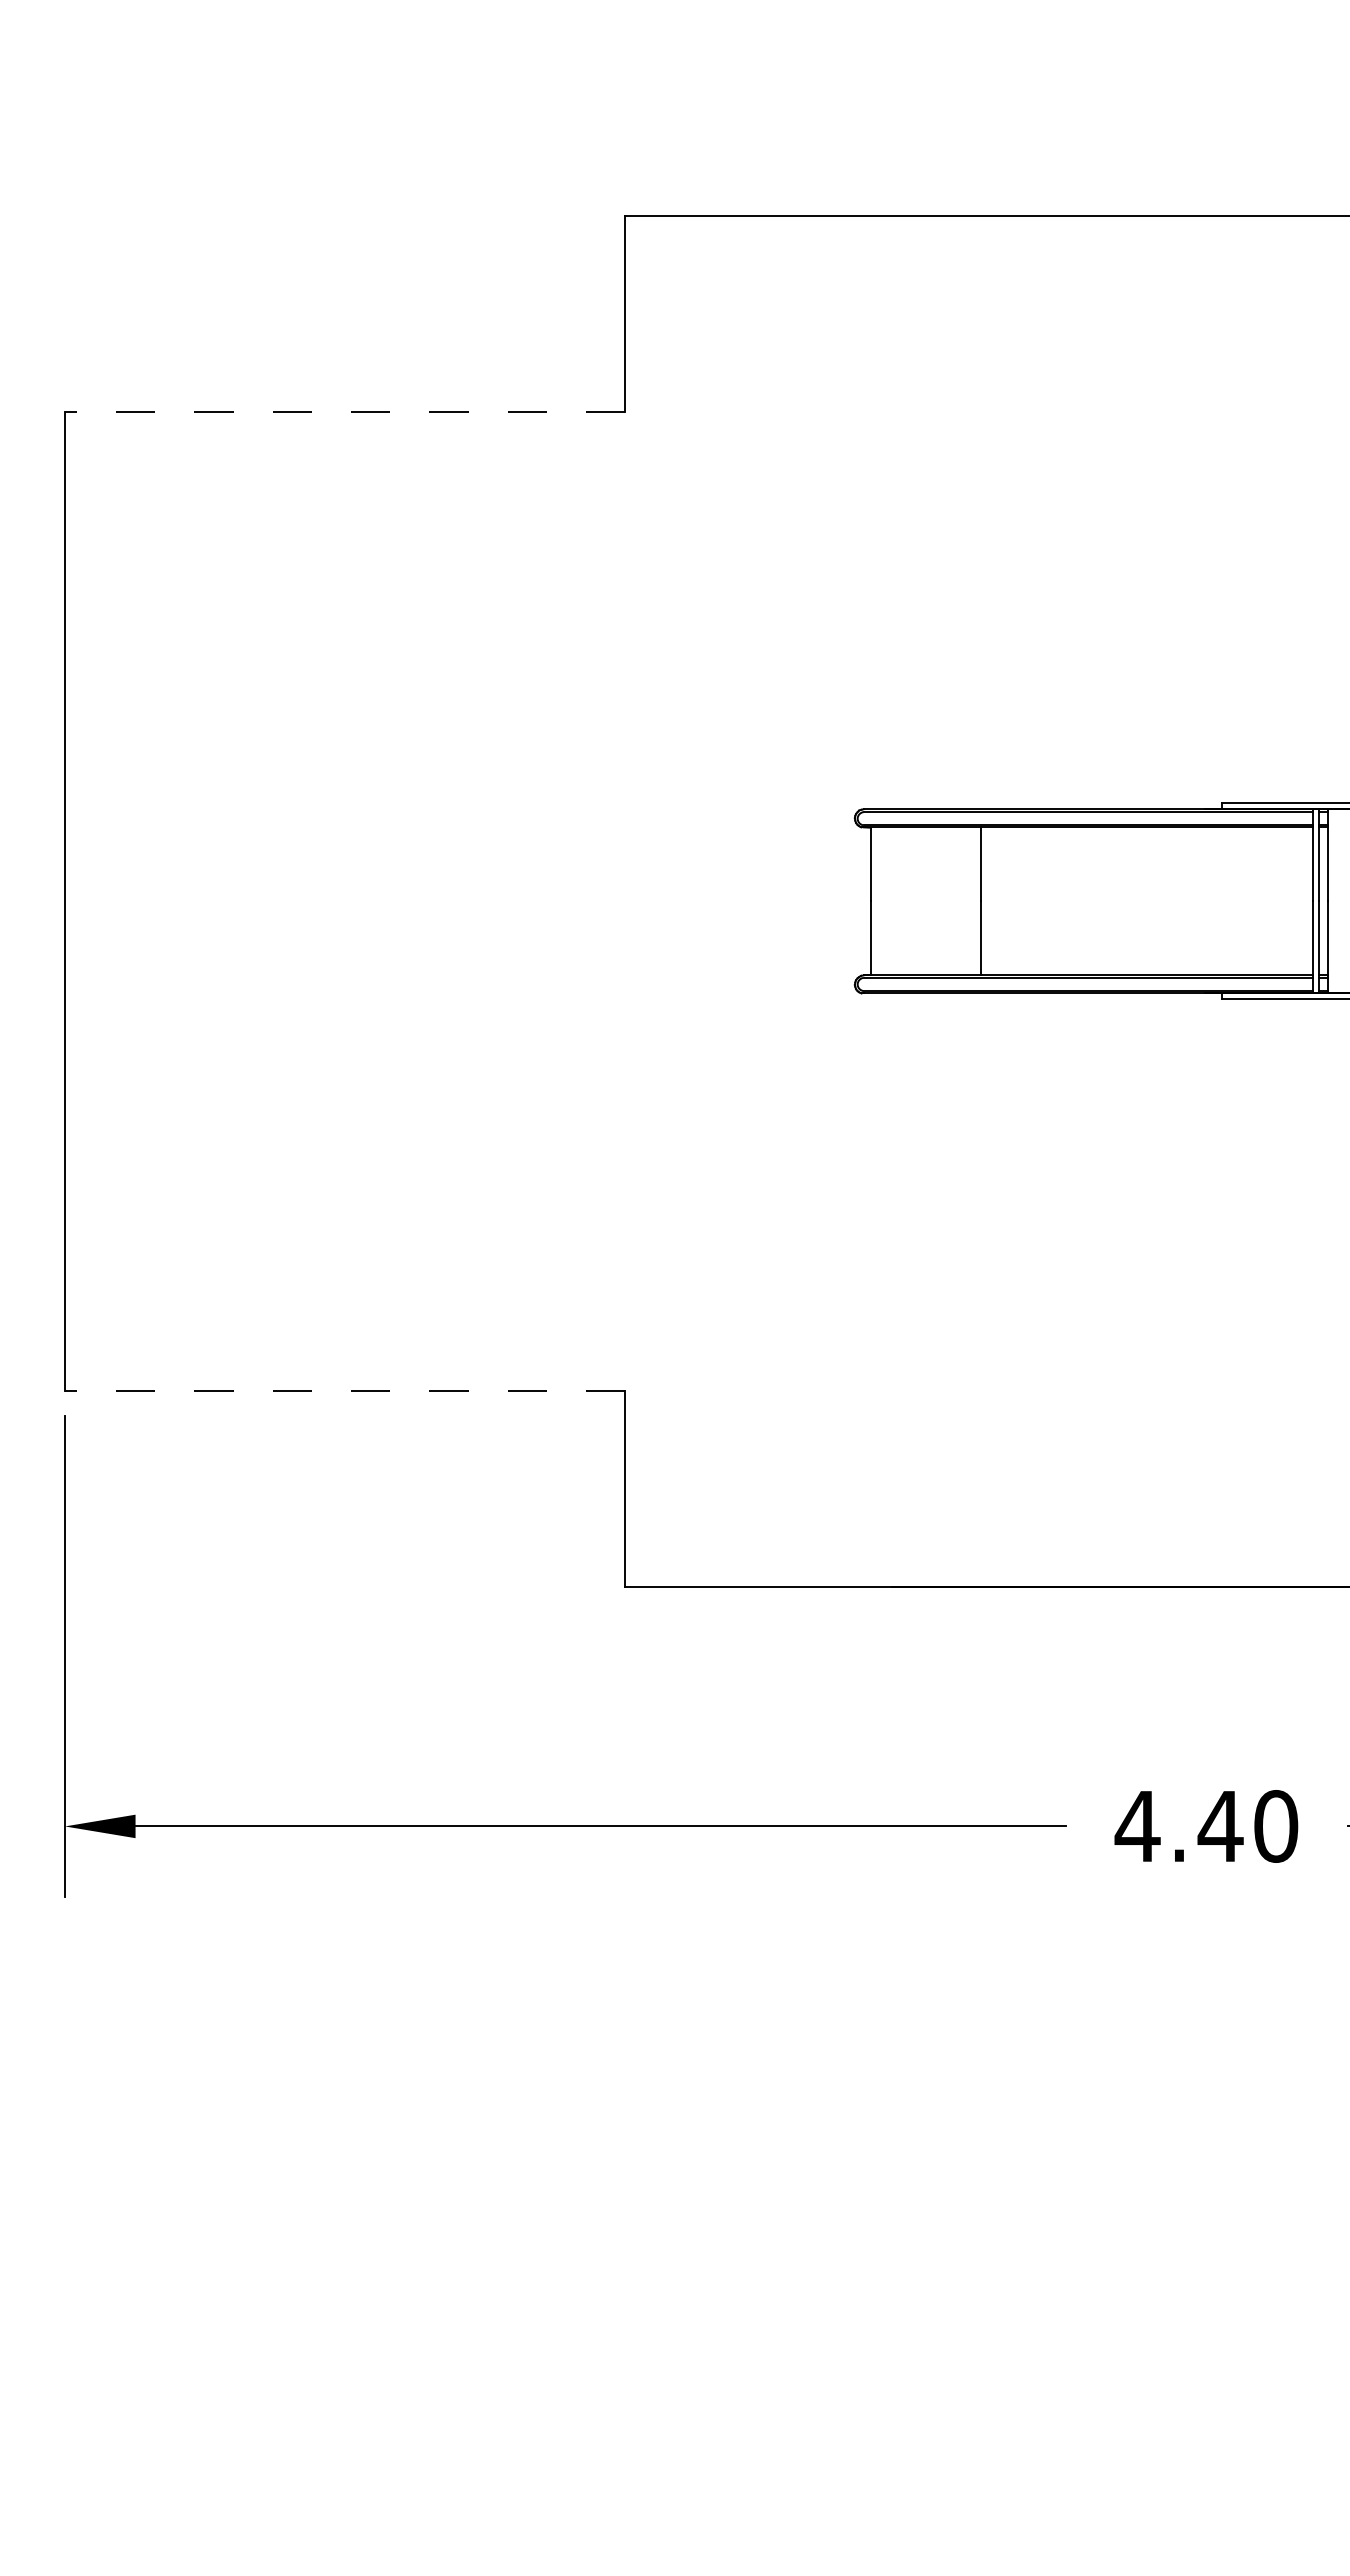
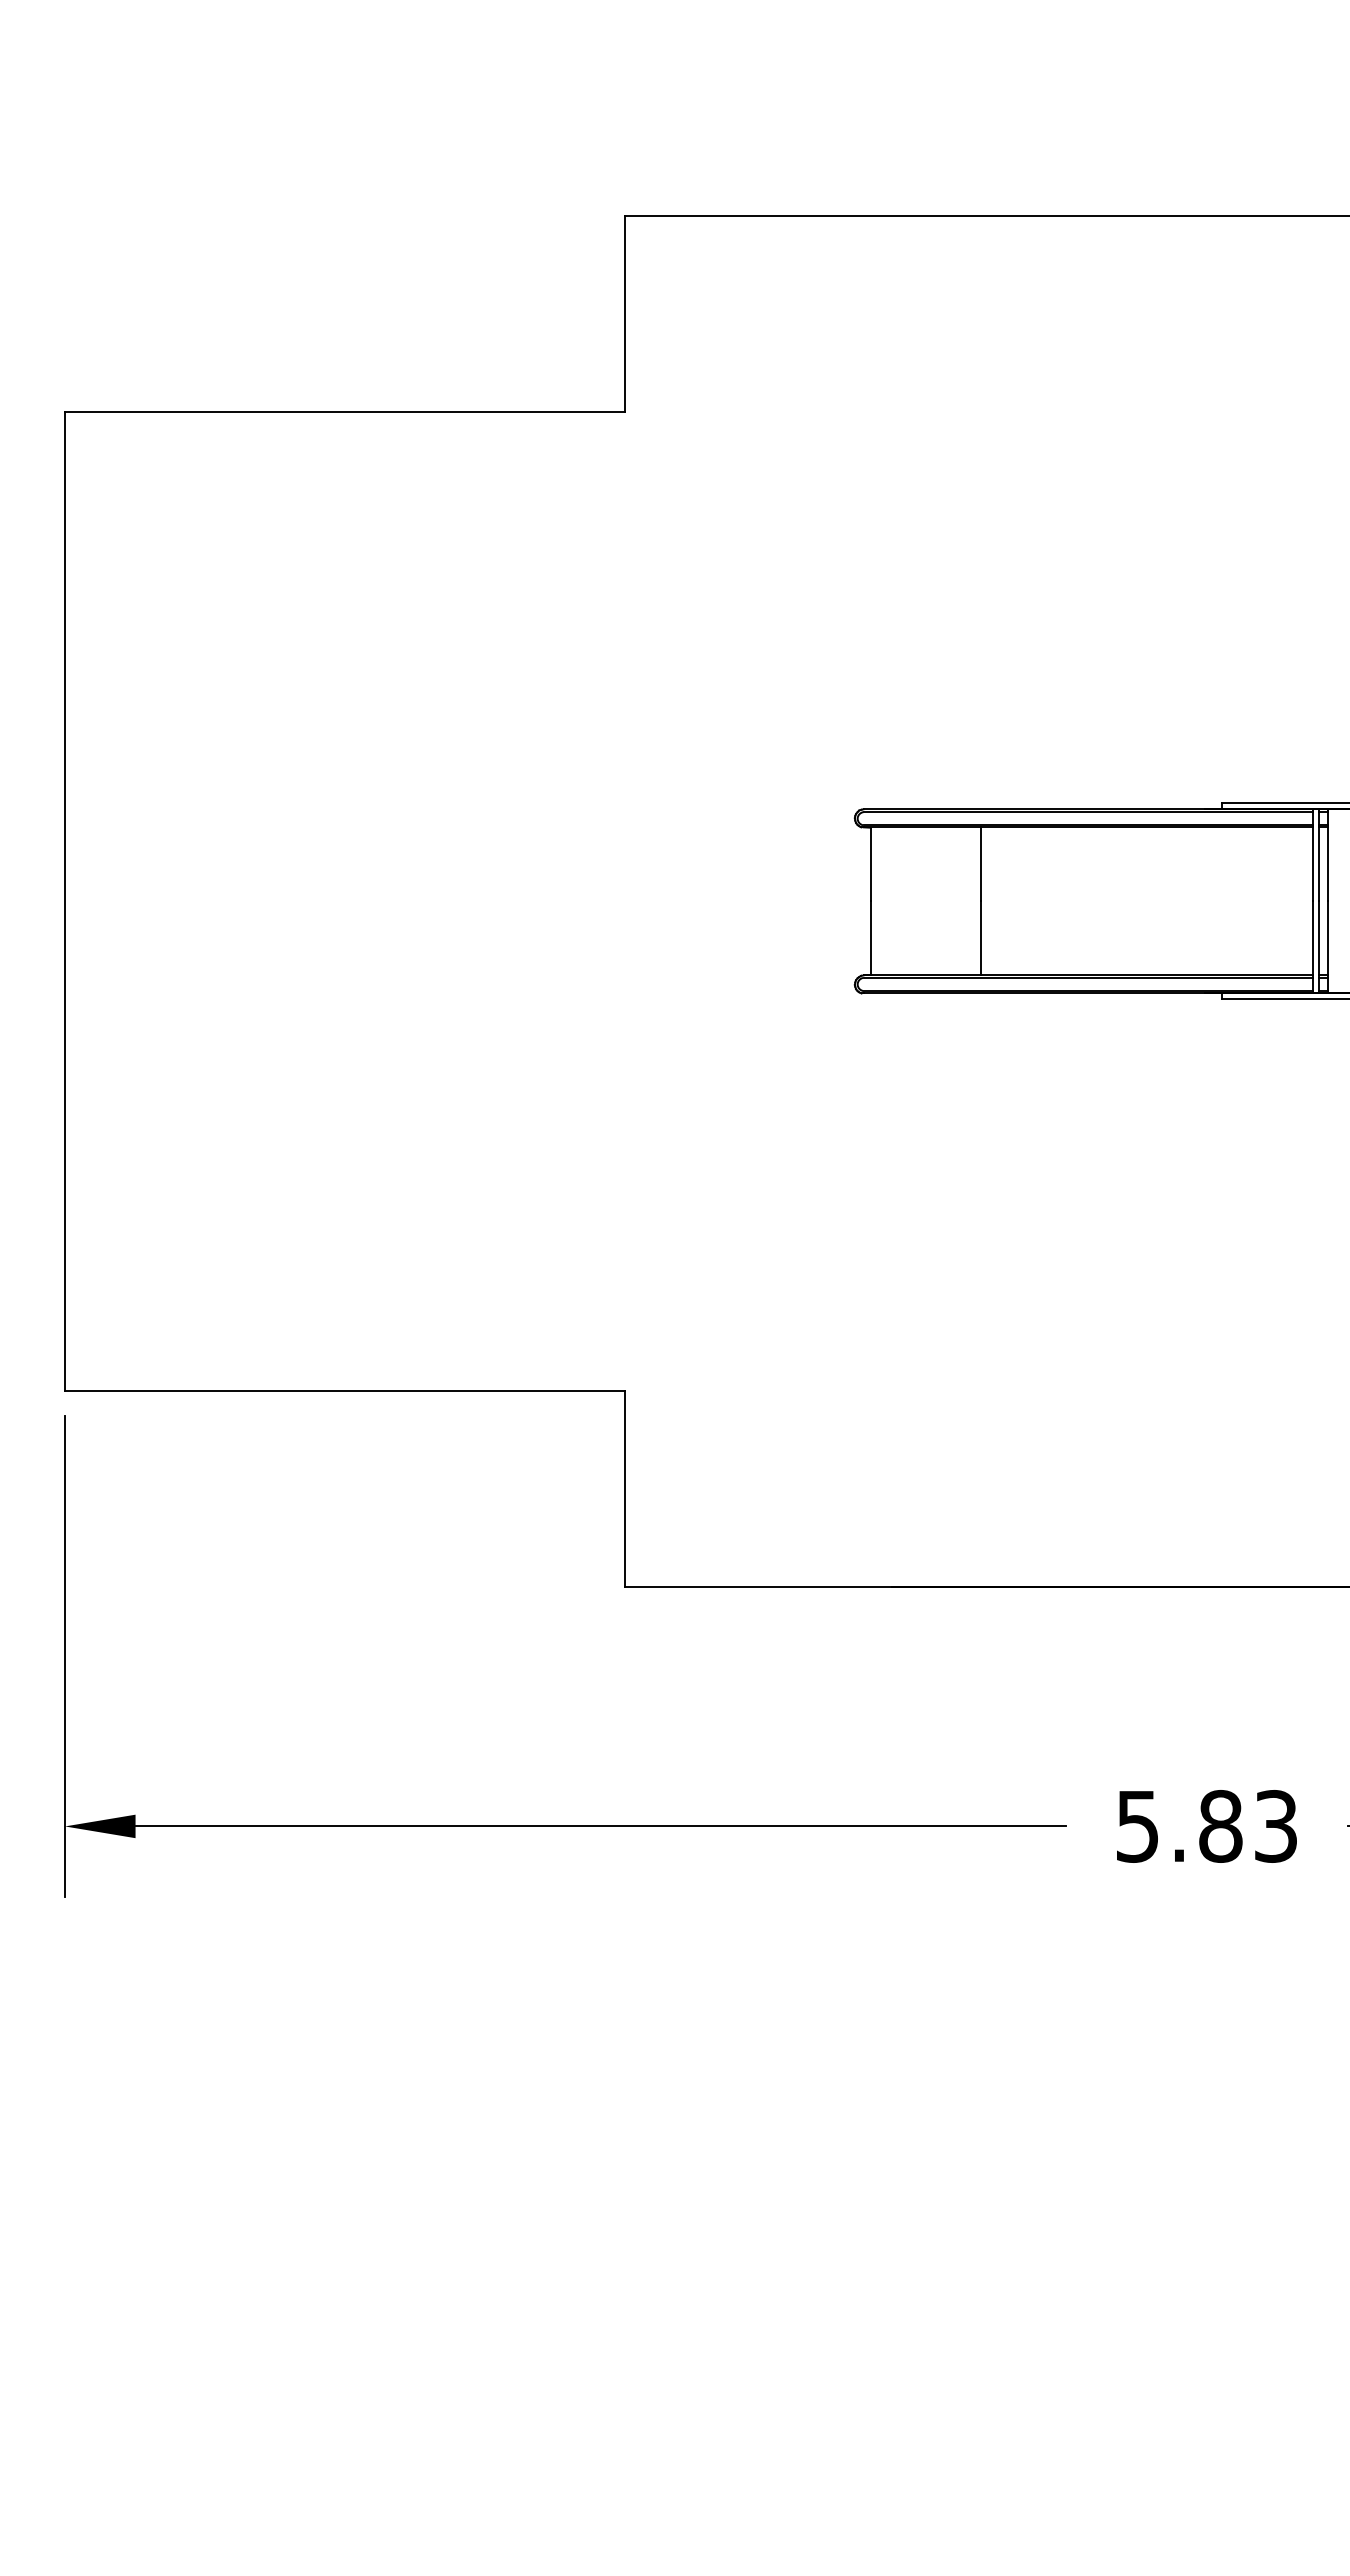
line at (344, 411): dashed -> solid
line at (344, 1391): dashed -> solid
text at (1206, 1826): 4.40 -> 5.83
